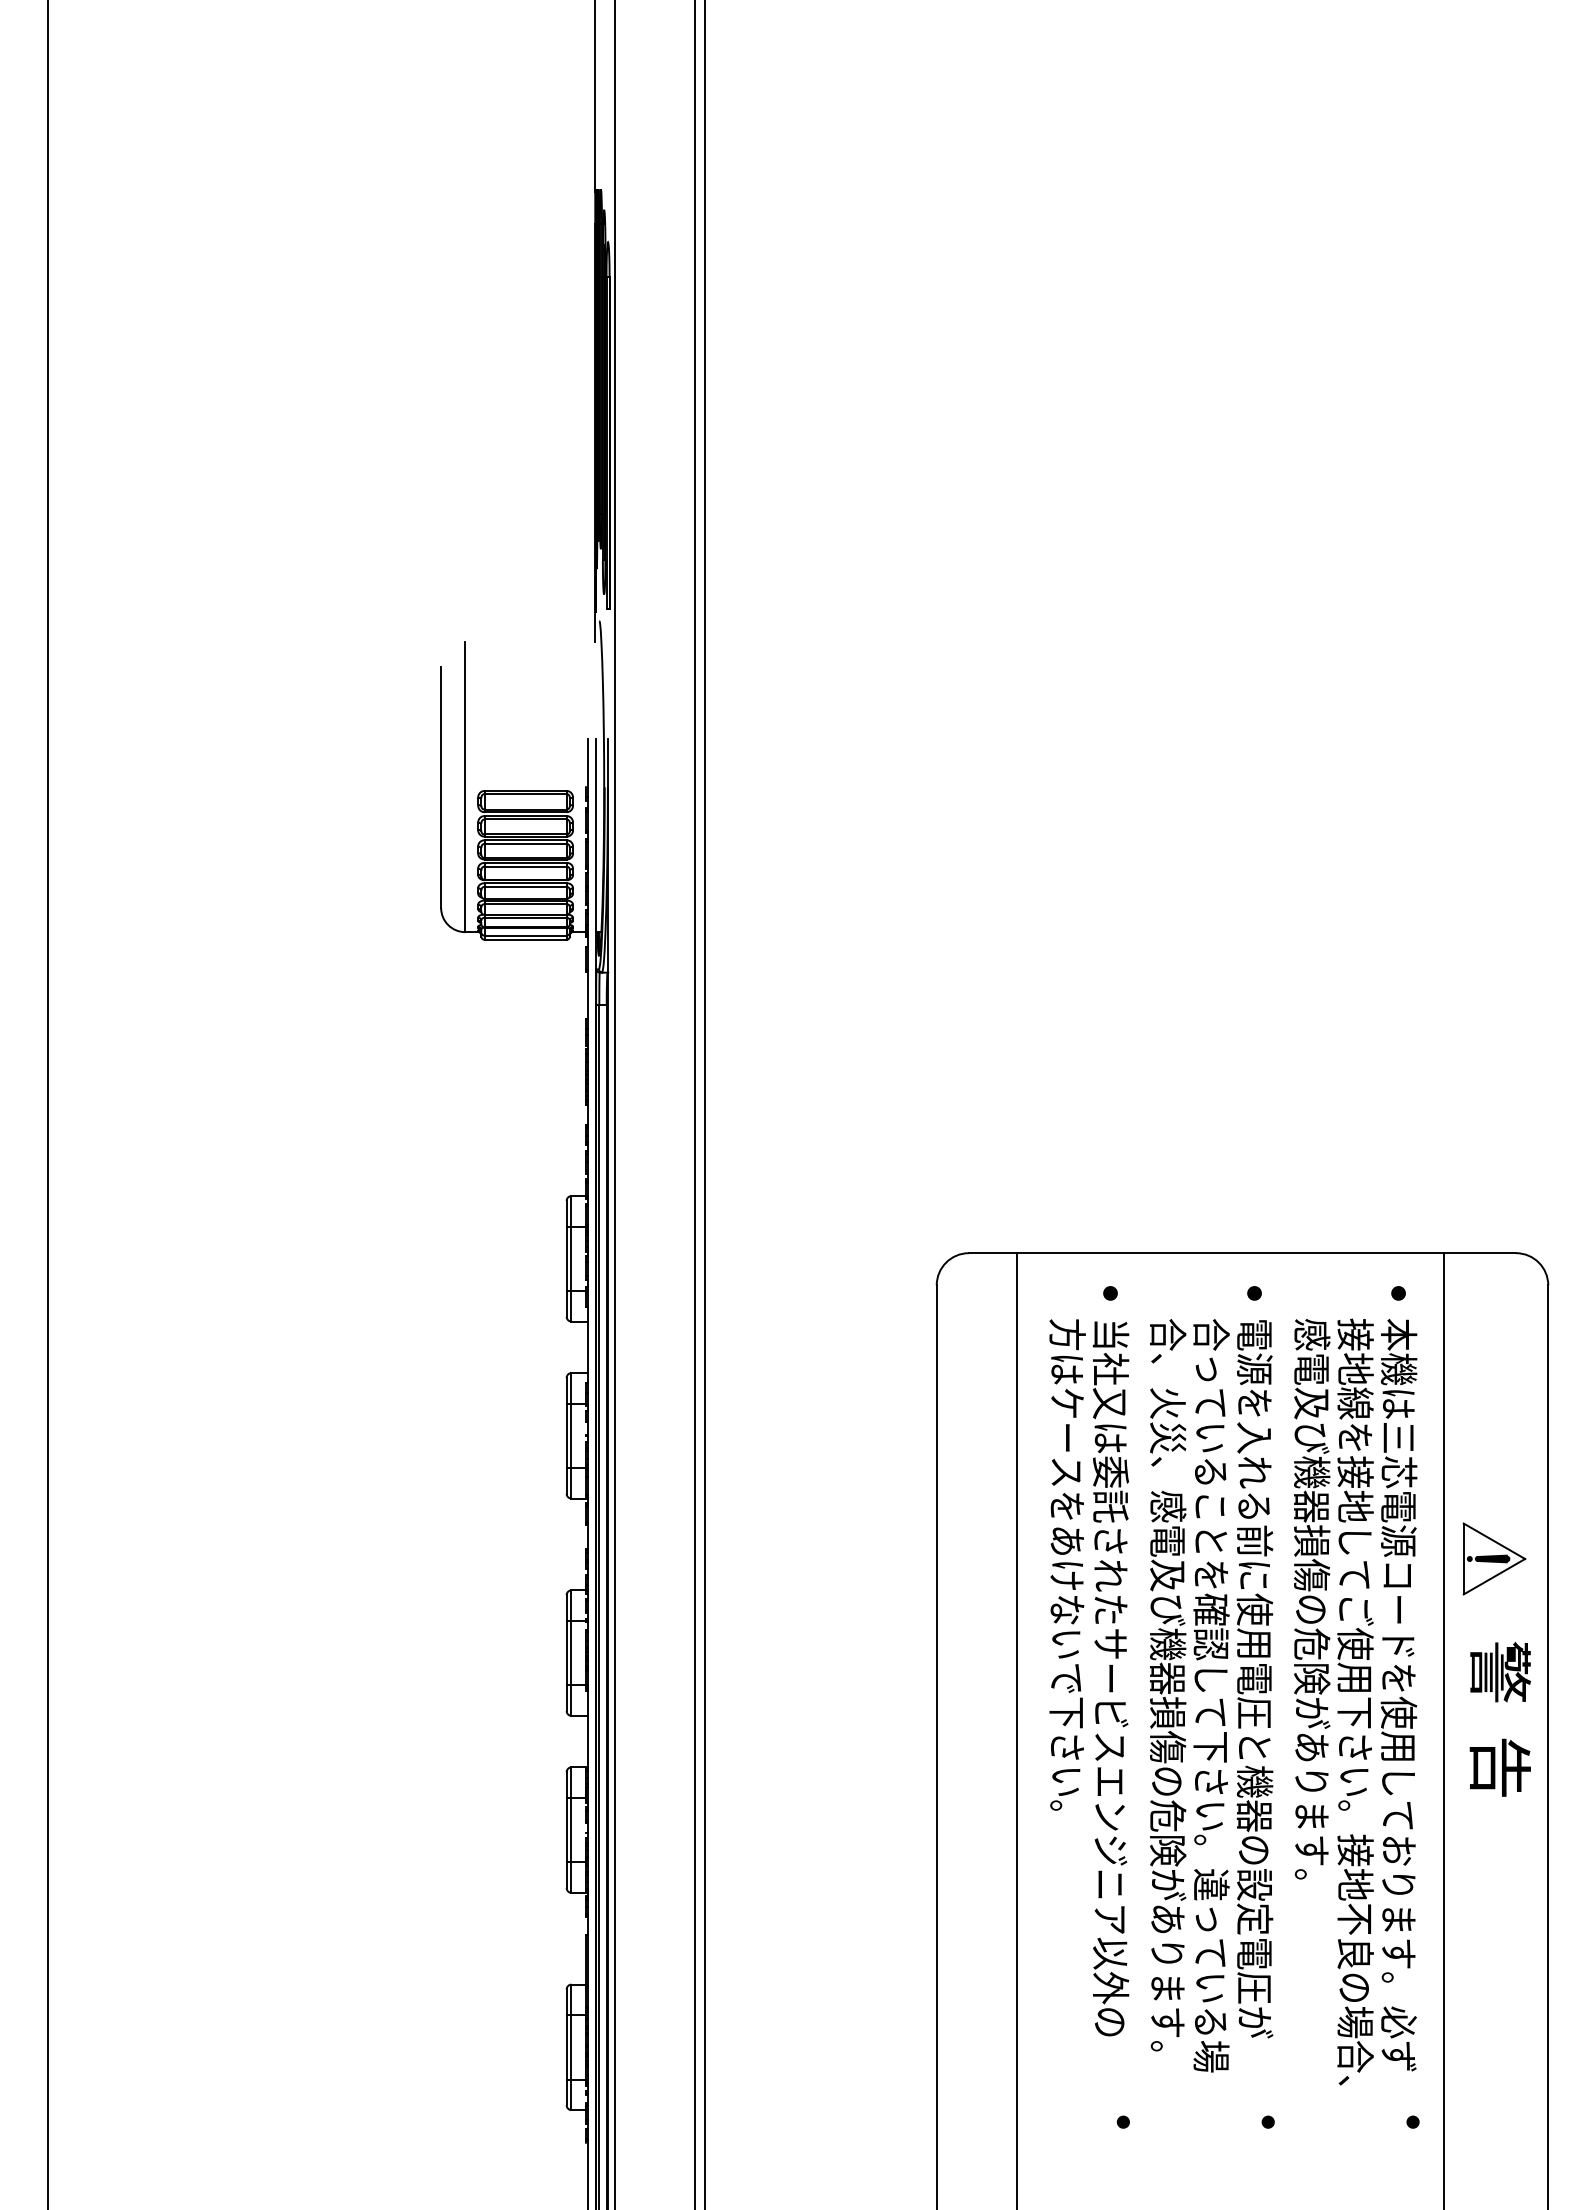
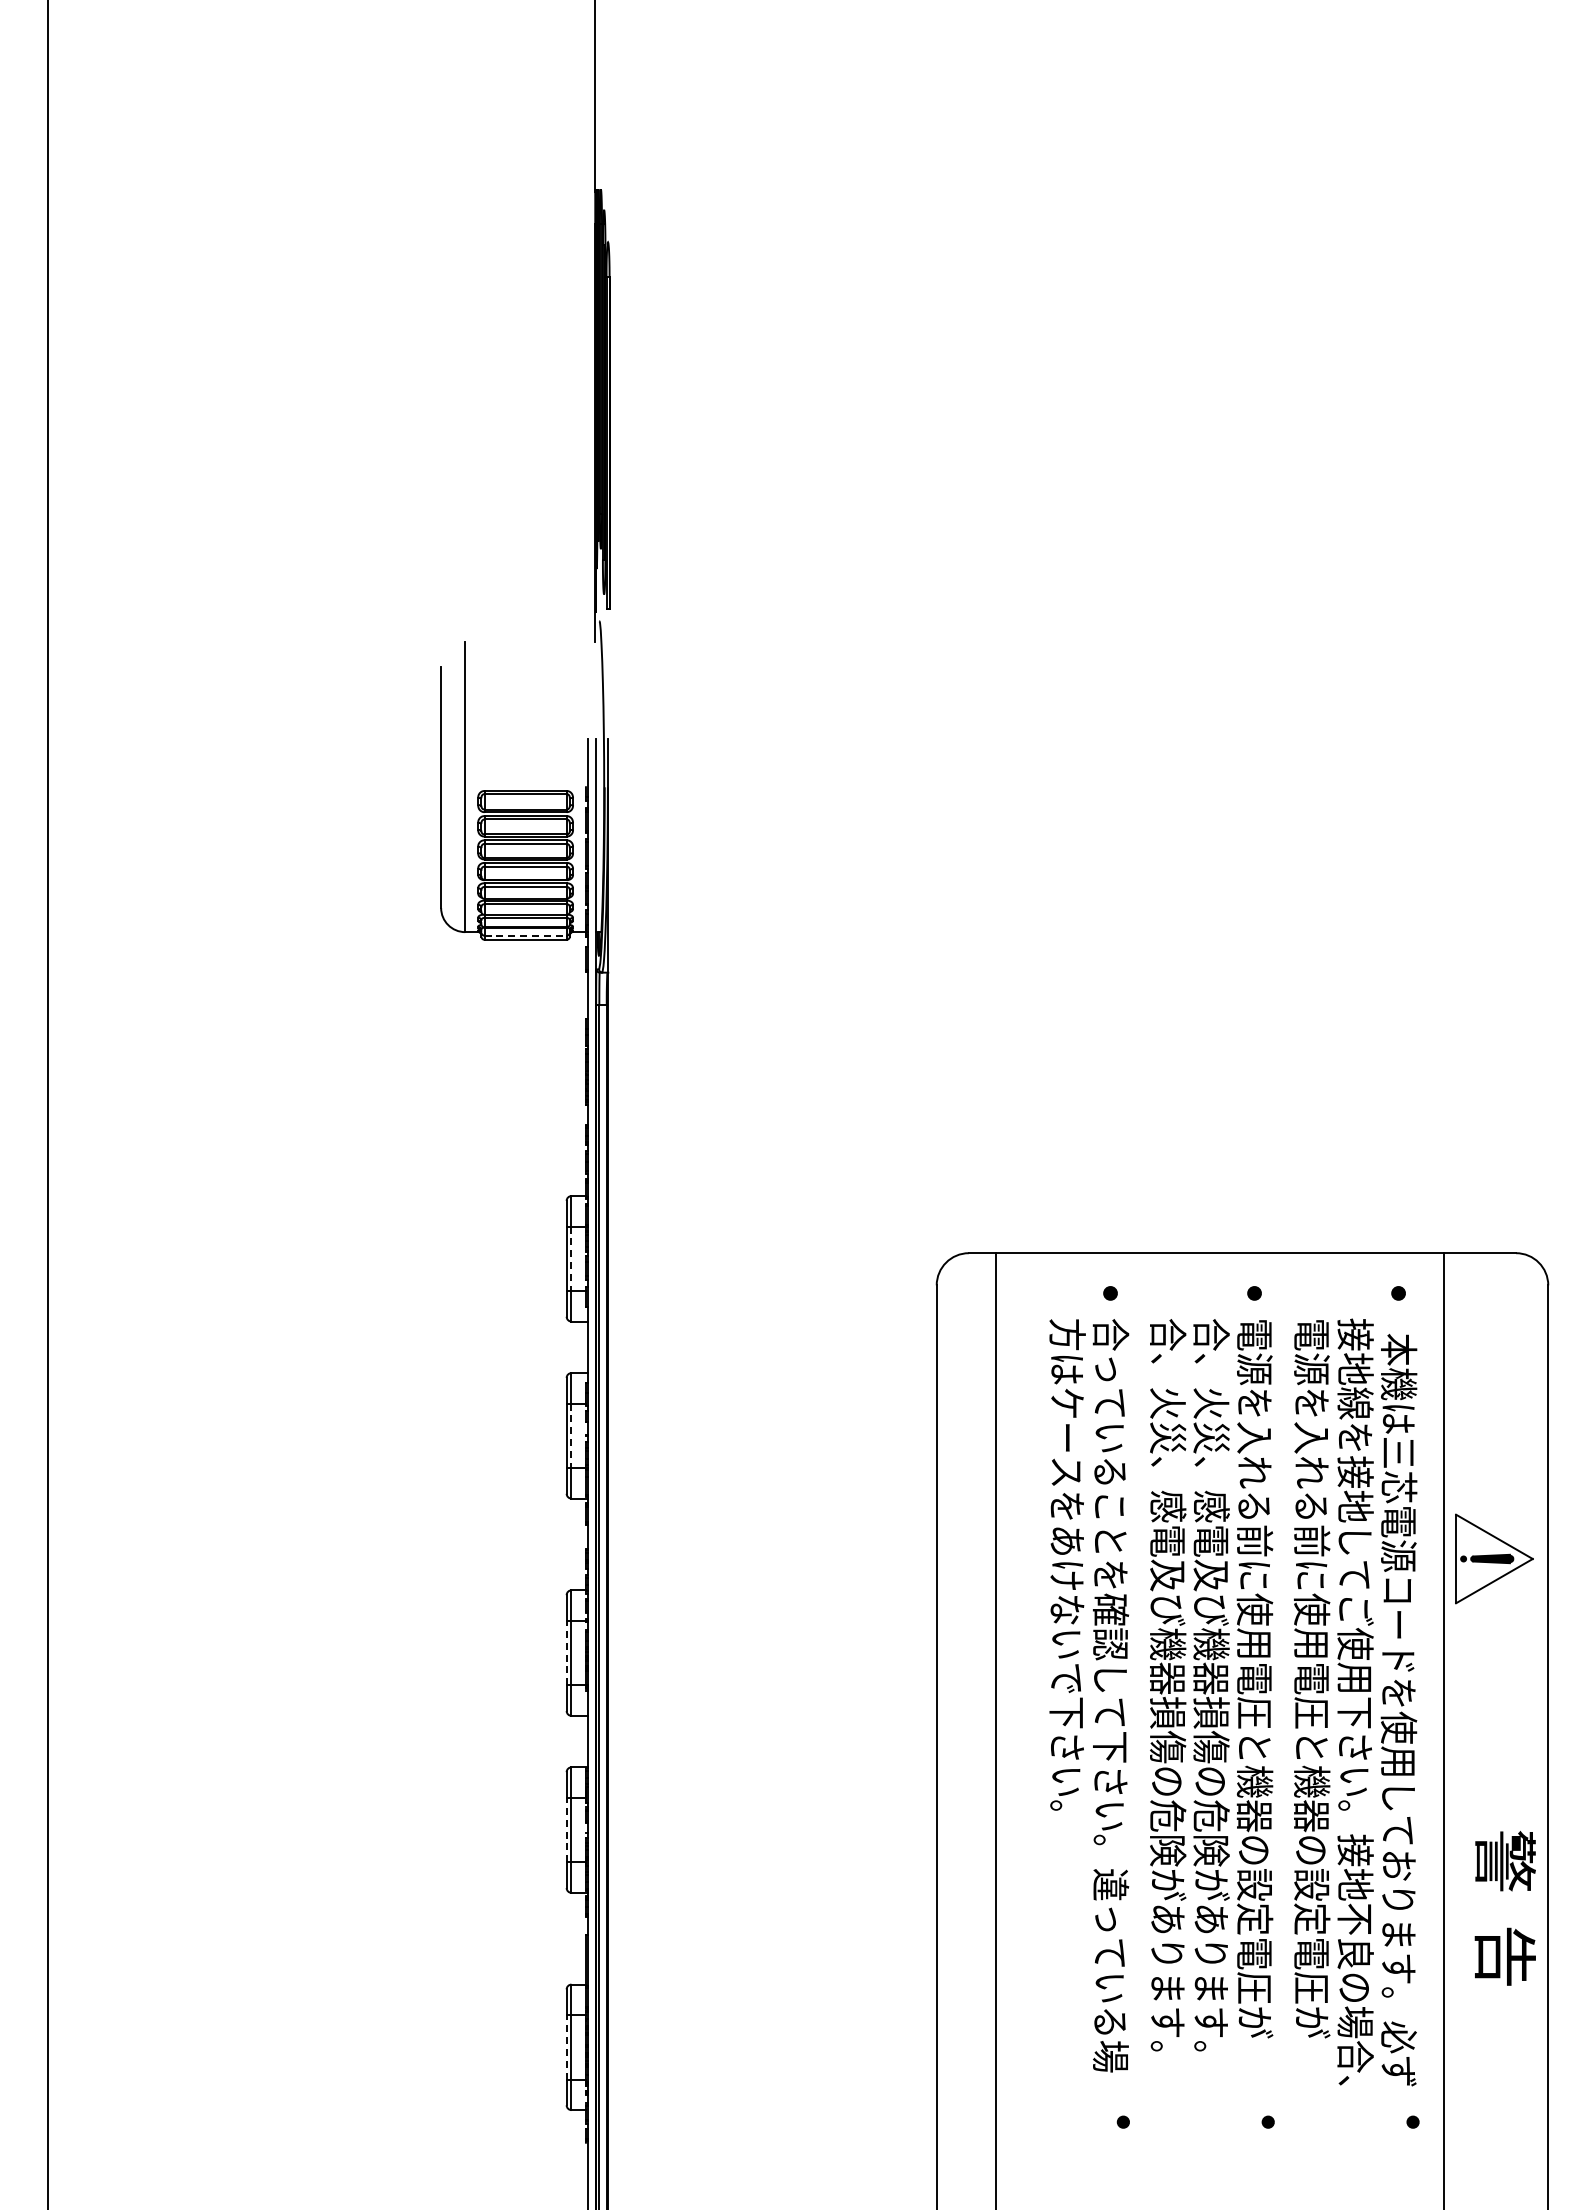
line at (526, 935): solid -> dashed
line at (614, 1104): present -> none
line at (695, 1104): present -> none
line at (705, 1104): present -> none
line at (571, 1259): solid -> dashed
line at (571, 1436): solid -> dashed
part at (1494, 1558) size: 65x74 px -> 79x92 px
line at (566, 1652): solid -> dashed
text at (1311, 1678): 感電及び機器損傷の危険があります。 -> 電源を入れる前に使用電圧と機器の設定電圧が
text at (1398, 1694) position: (1398, 1694) -> (1398, 1709)
text at (1110, 1695): 当社又は委託されたサービスエンジニア以外の -> 合っていることを確認して下さい。違っている場
text at (1211, 1713): 合っていることを確認して下さい。違っている場 -> 合、火災、感電及び機器損傷の危険があります。
text at (1499, 1719) position: (1499, 1719) -> (1504, 1908)
line at (1017, 1729) position: (1017, 1729) -> (996, 1729)
line at (566, 1829): solid -> dashed
line at (566, 2046): solid -> dashed
